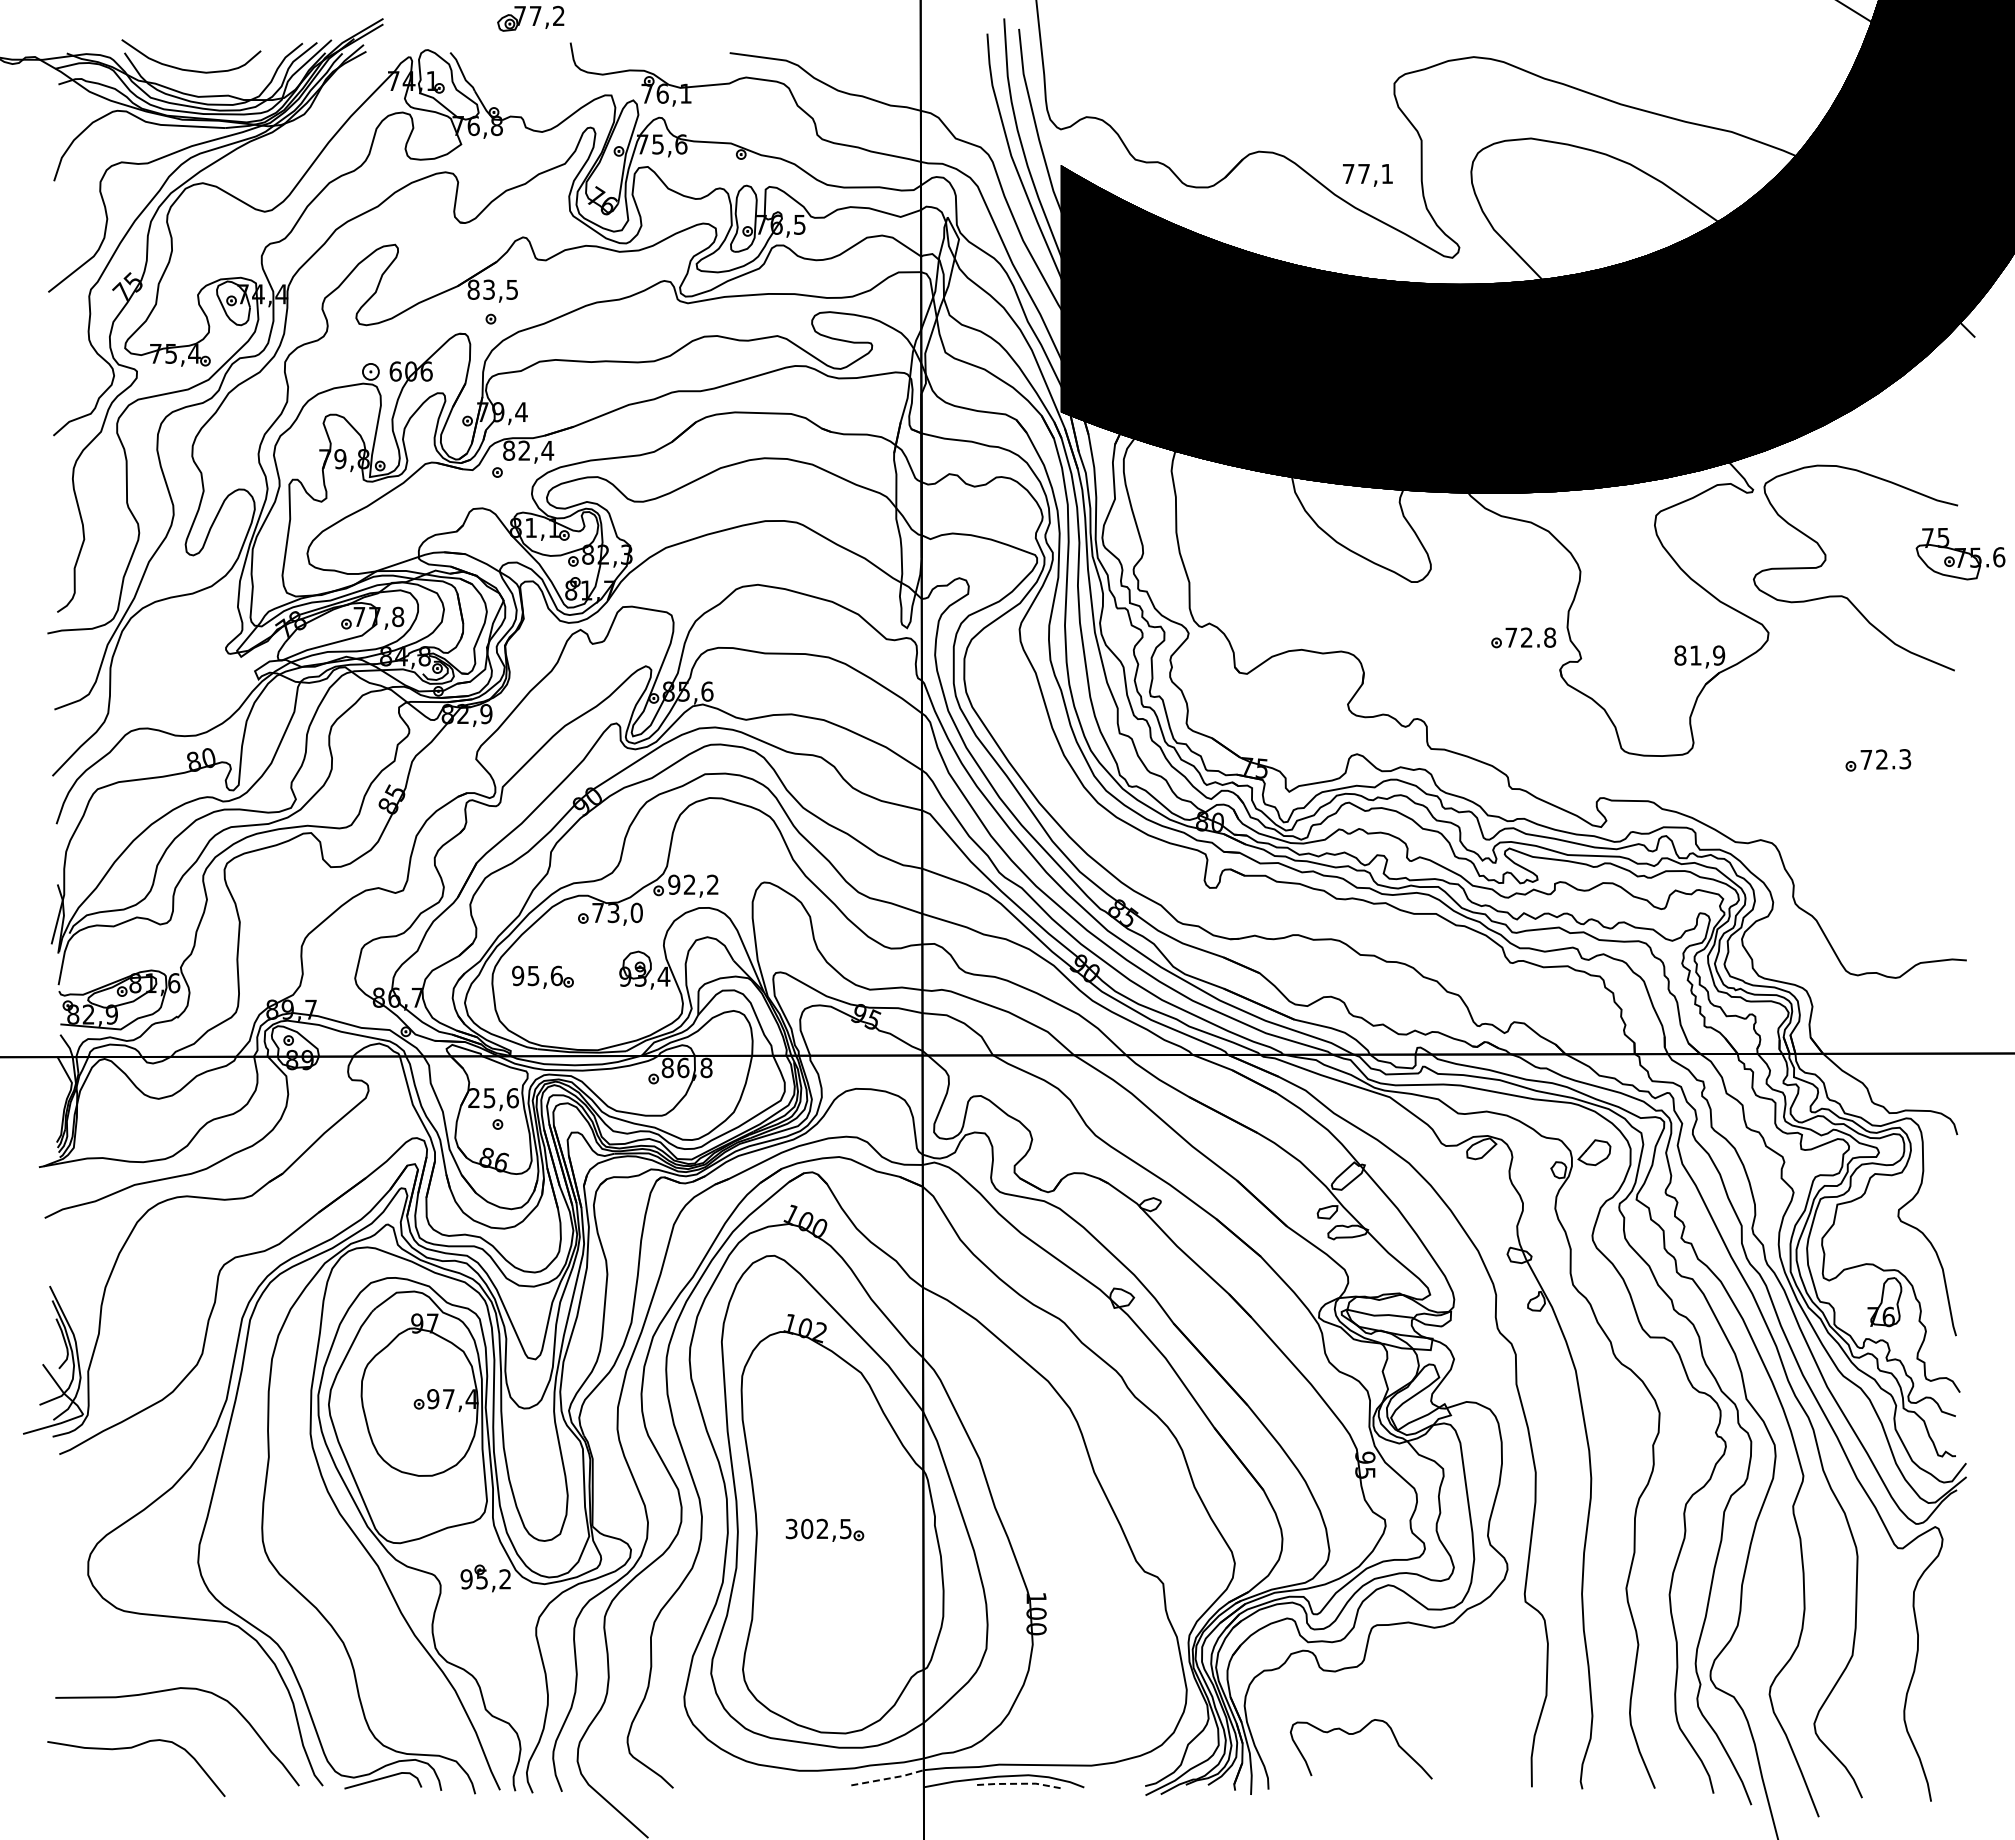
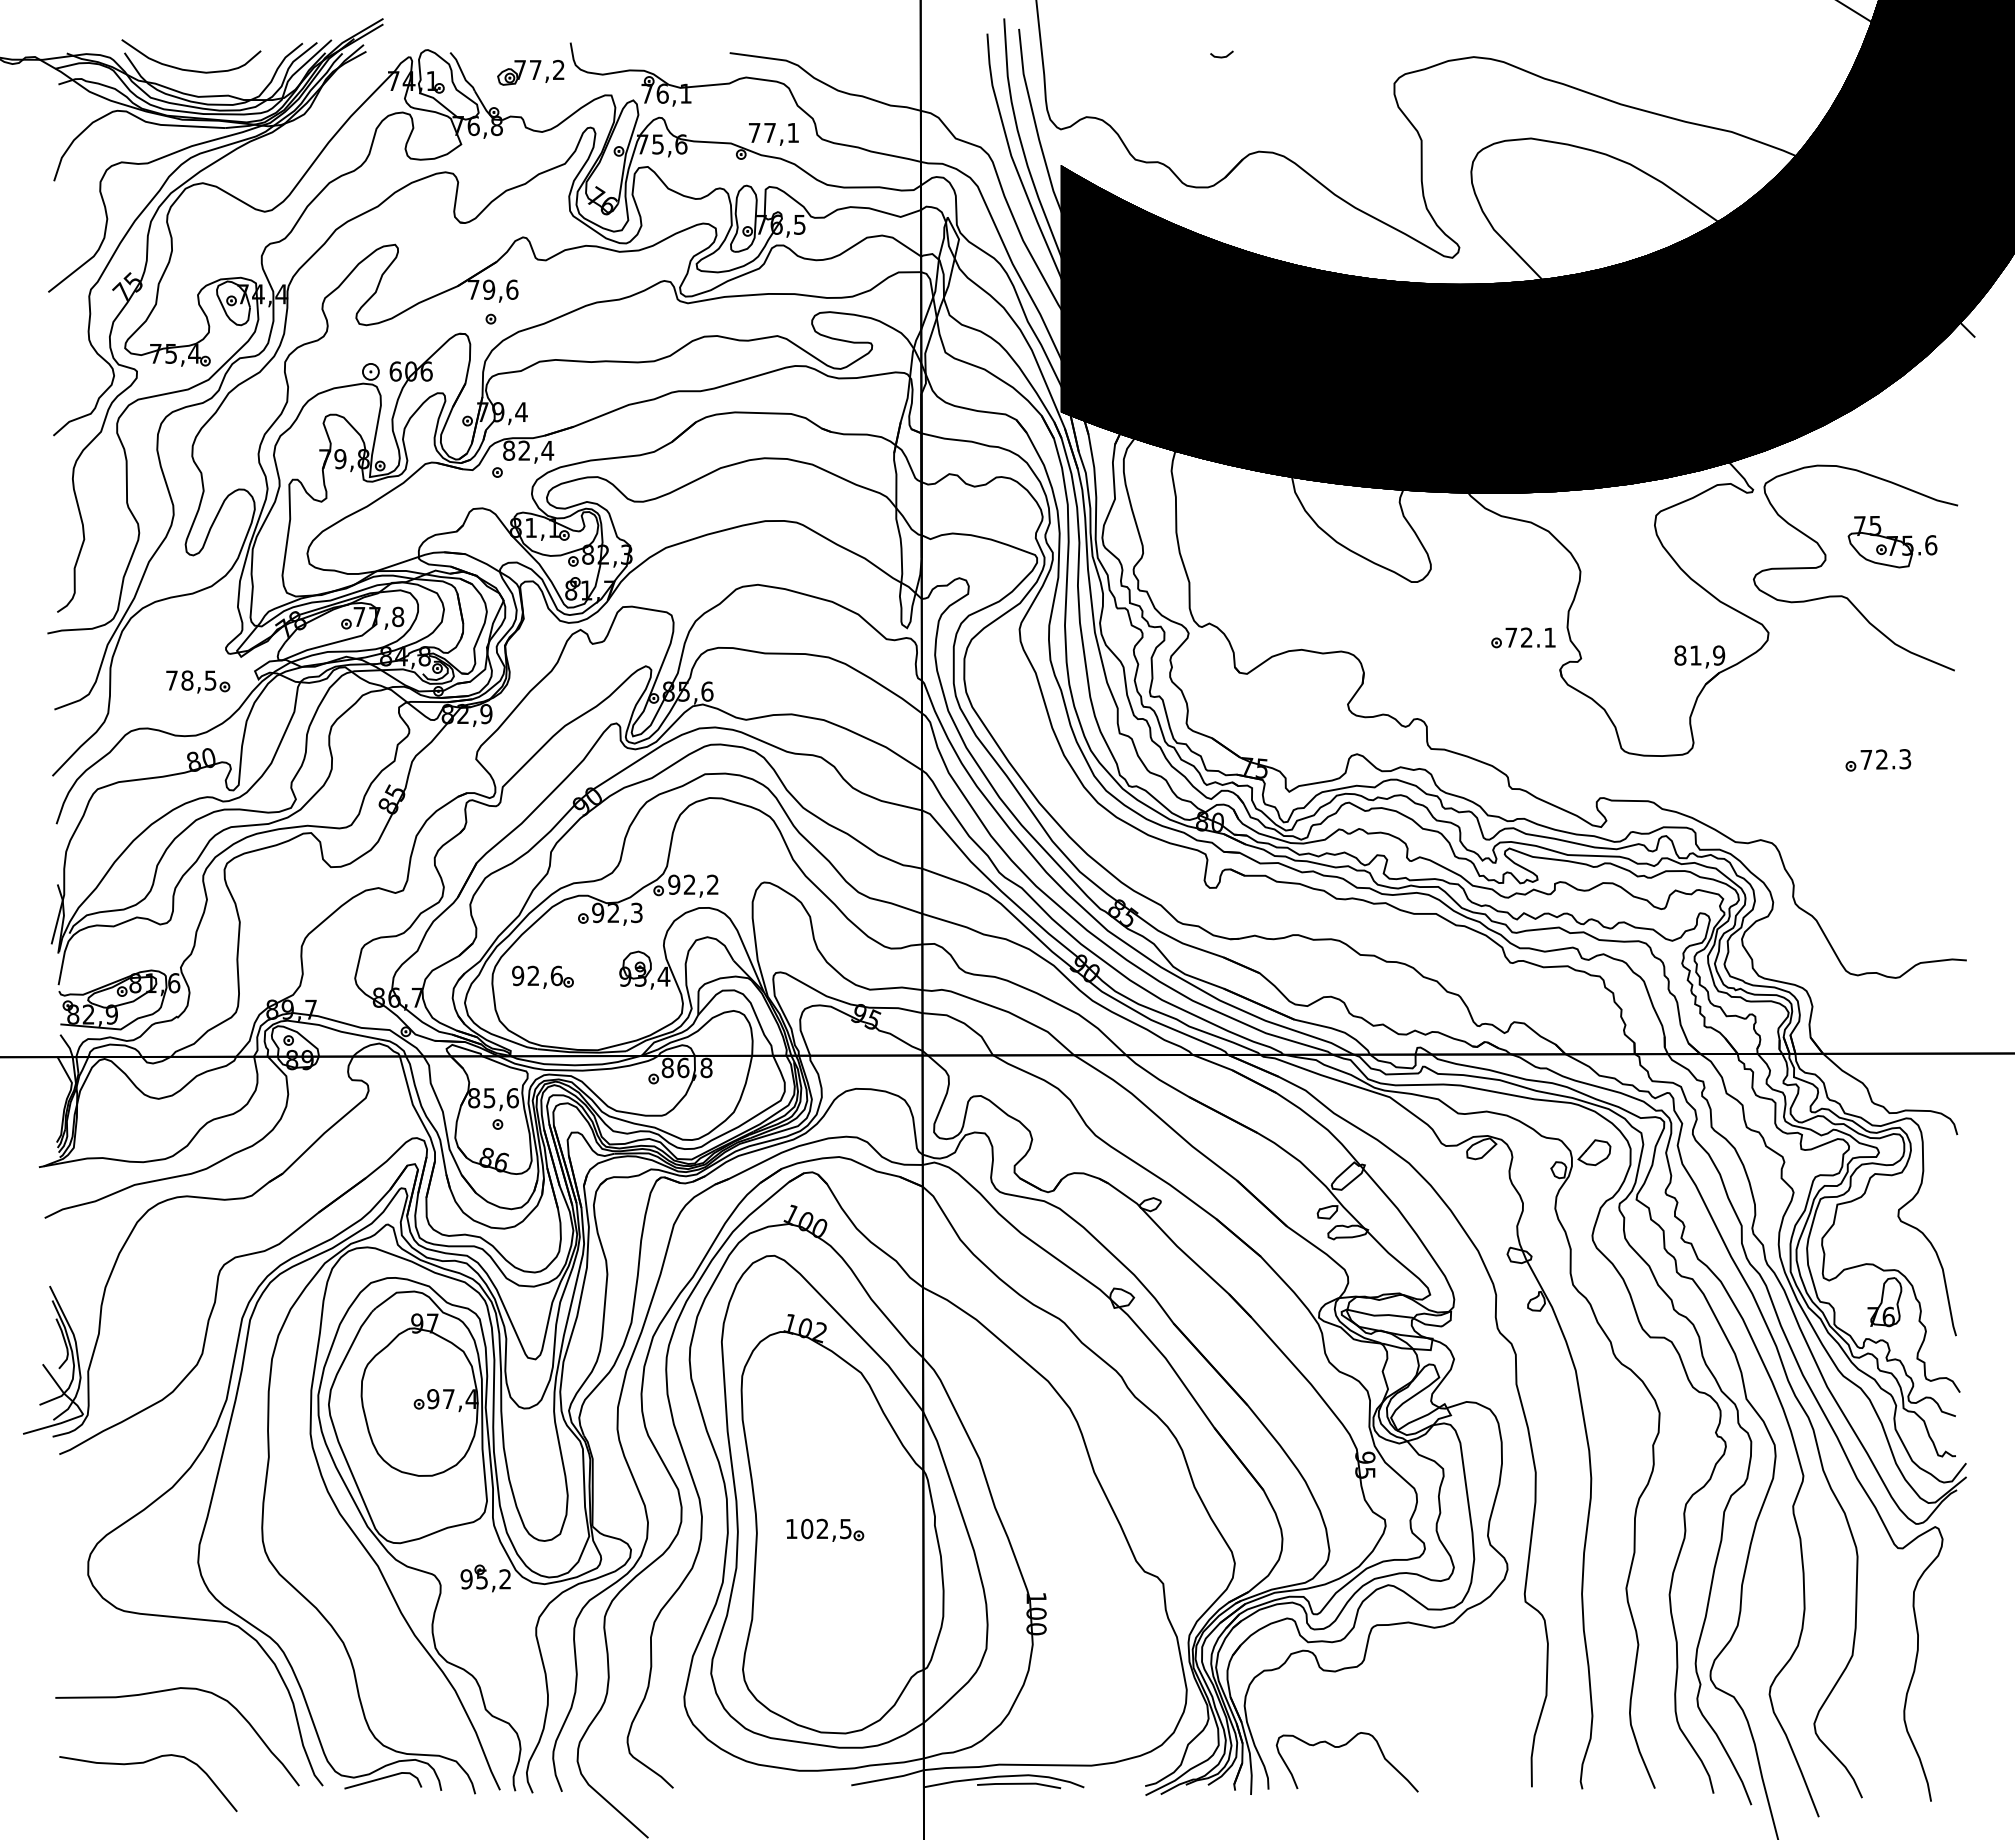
part at (530, 18) position: (530, 18) -> (530, 72)
line at (1221, 56): none -> present
text at (1367, 175) position: (1367, 175) -> (773, 134)
text at (492, 289): 83,5 -> 79,6
part at (1960, 554) position: (1960, 554) -> (1892, 542)
text at (1550, 637): 72.8 -> 72.1
part at (198, 681): none -> present
text at (617, 912): 73,0 -> 92,3
text at (533, 975): 95,6 -> 92,6
text at (474, 1098): 25,6 -> 85,6
text at (791, 1528): 302,5 -> 102,5
curve at (1354, 1734) position: (1354, 1734) -> (1340, 1747)
curve at (132, 1748) position: (132, 1748) -> (144, 1763)
line at (888, 1778): dashed -> solid
line at (1019, 1783): dashed -> solid
